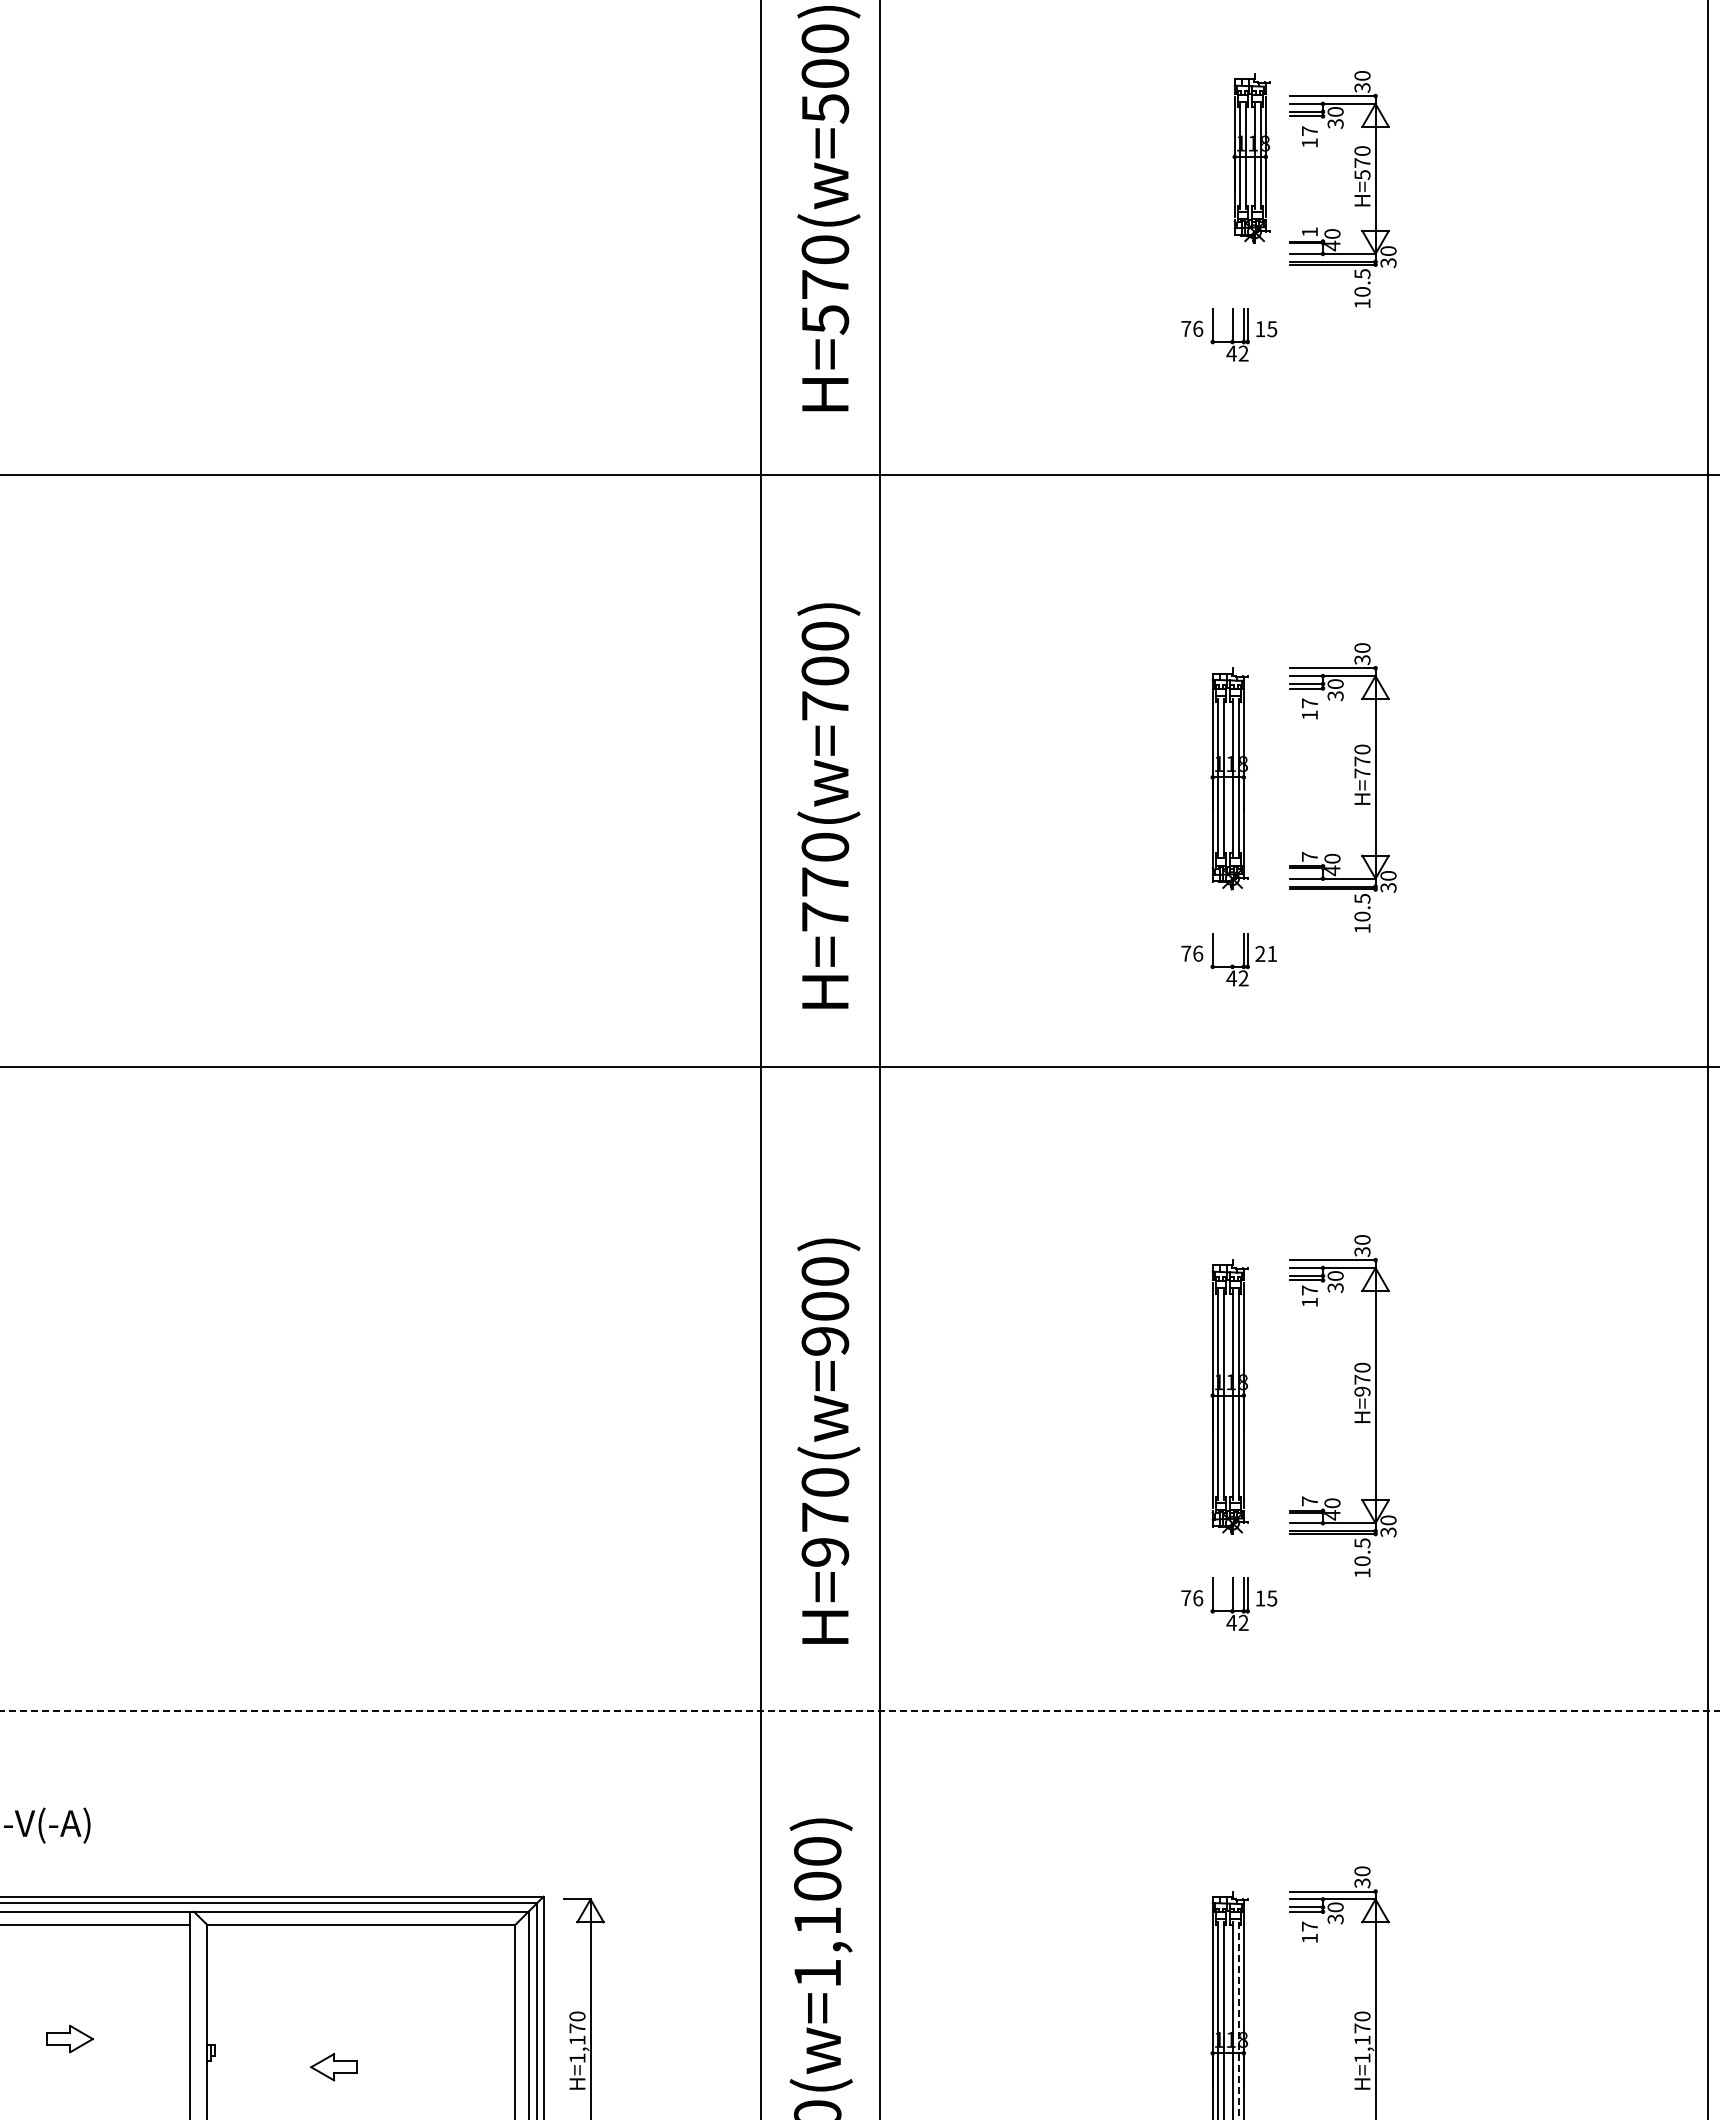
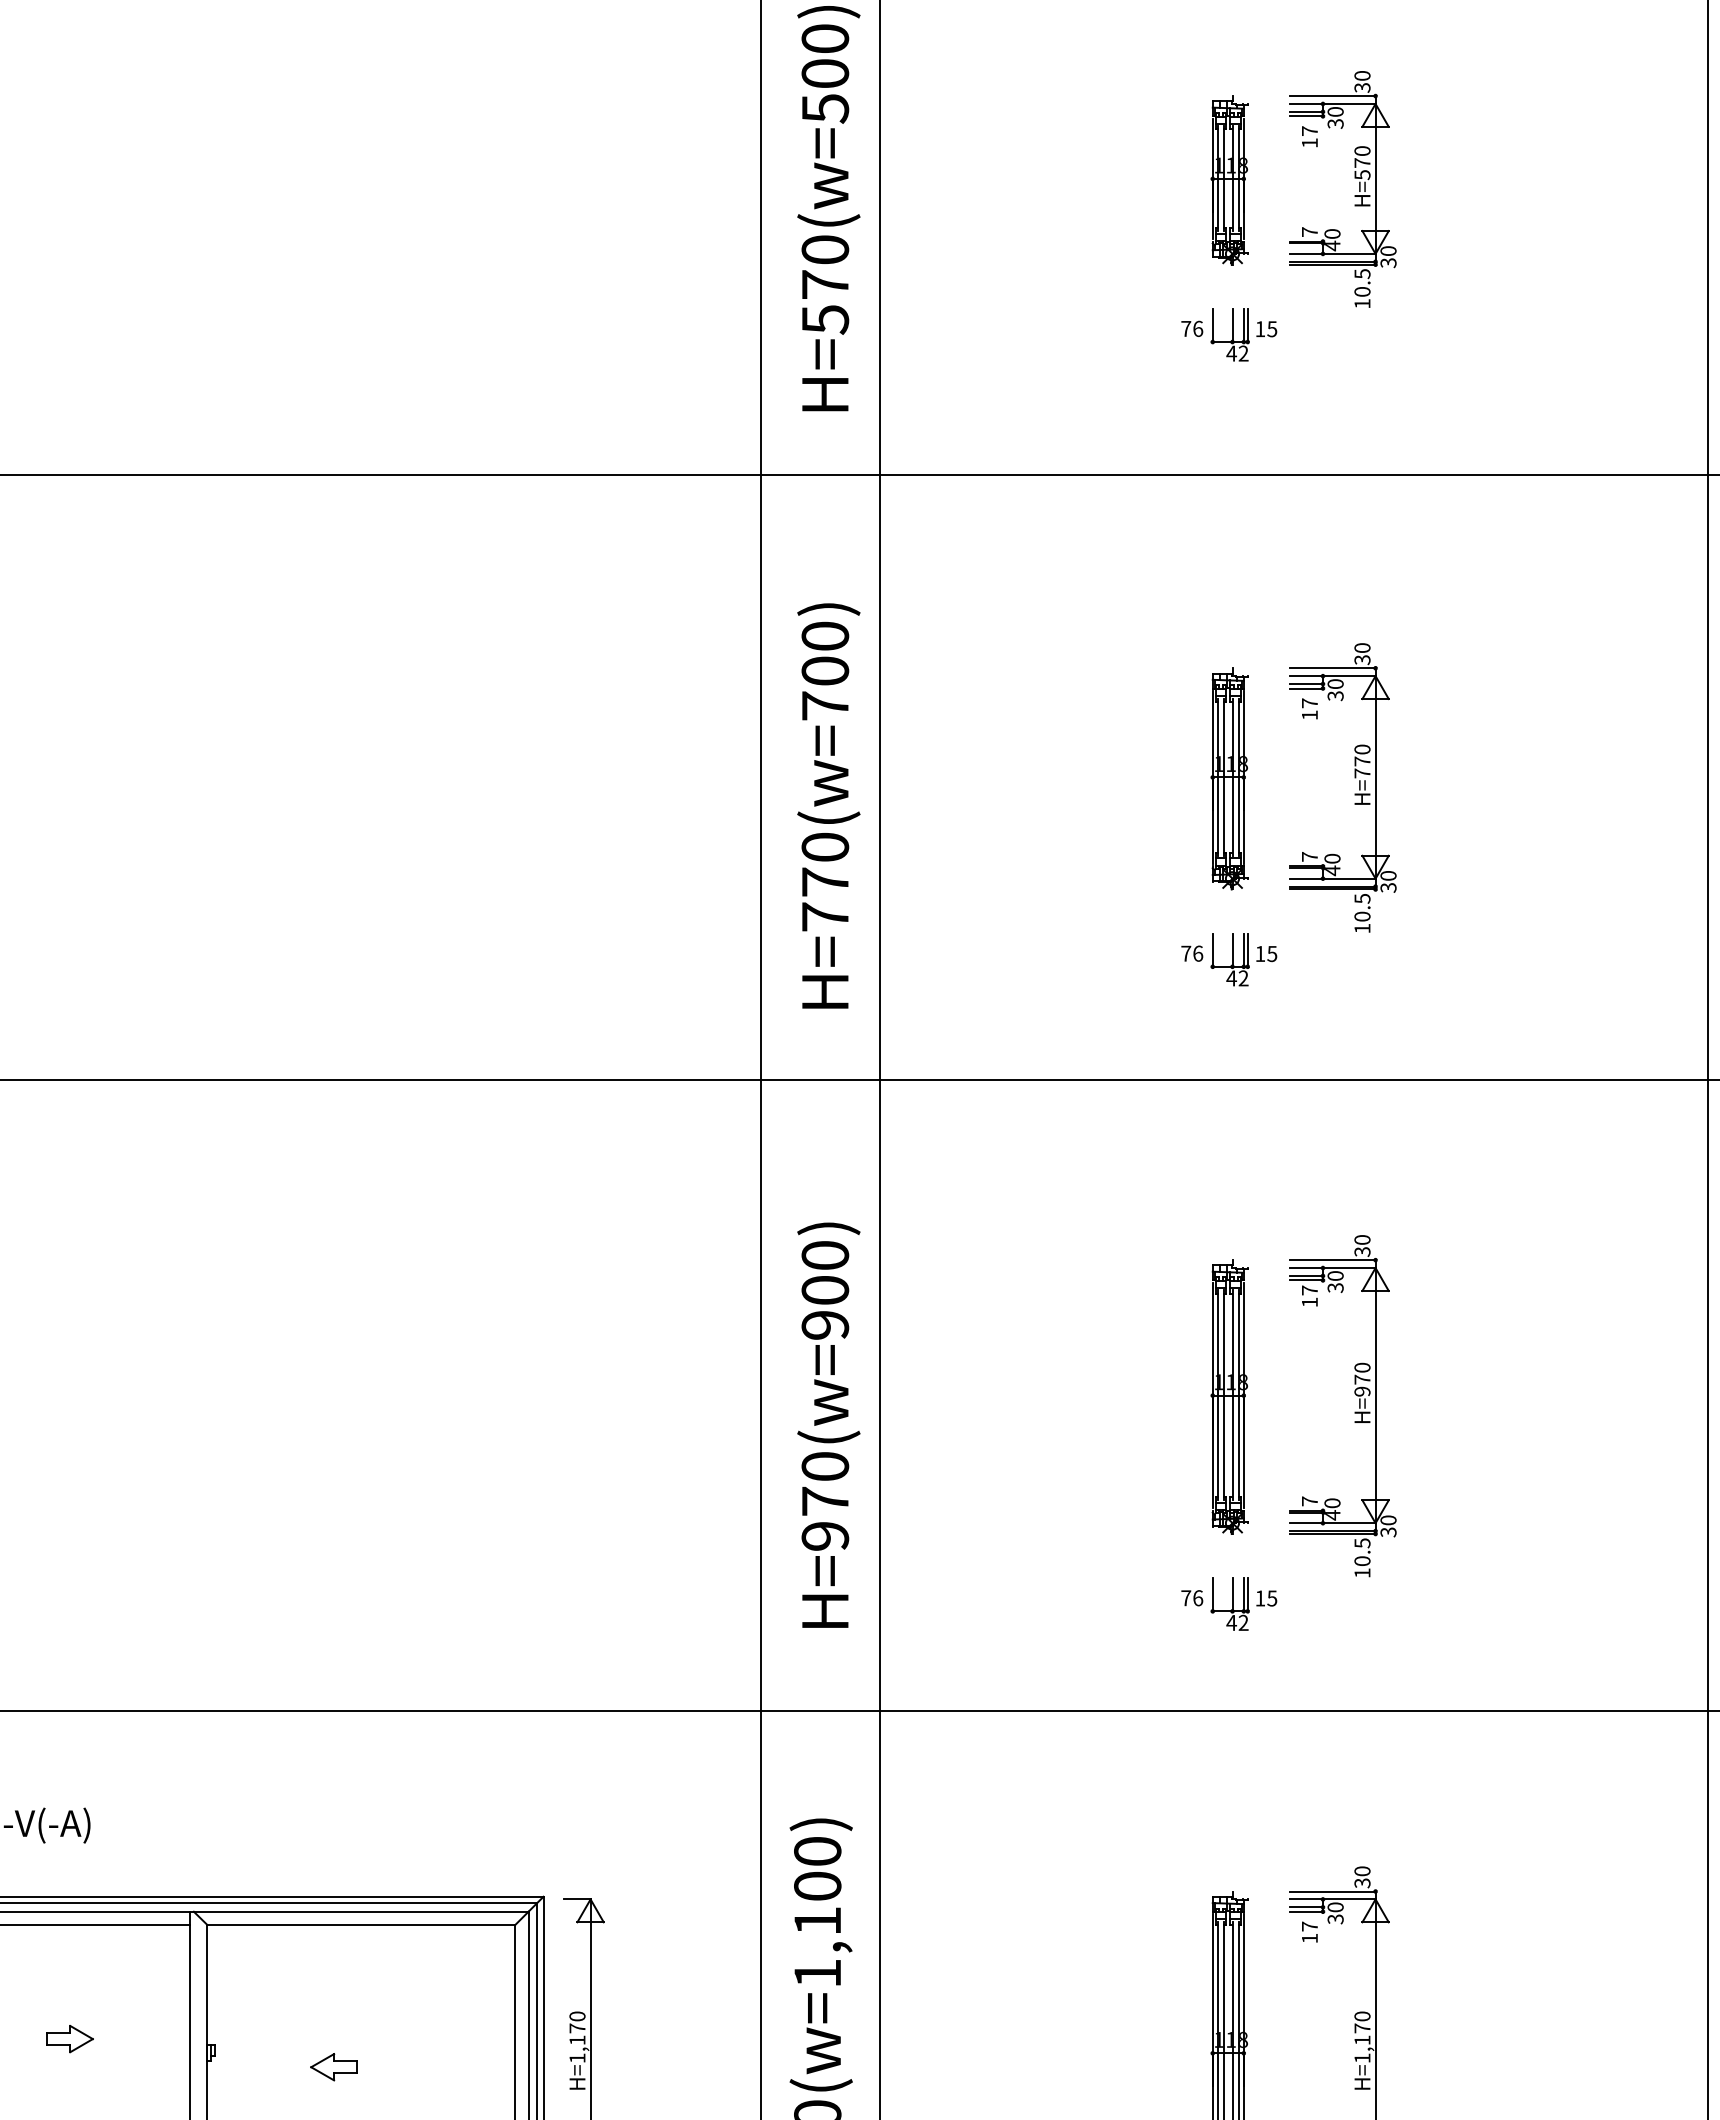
part at (1251, 158) position: (1251, 158) -> (1229, 180)
text at (1309, 231): 1 -> 7
line at (1232, 949): none -> present
text at (1266, 953): 21 -> 15
line at (859, 1066) position: (859, 1066) -> (859, 1079)
text at (828, 1440) position: (828, 1440) -> (828, 1424)
line at (860, 1711): dashed -> solid
line at (1238, 2020): dashed -> solid
